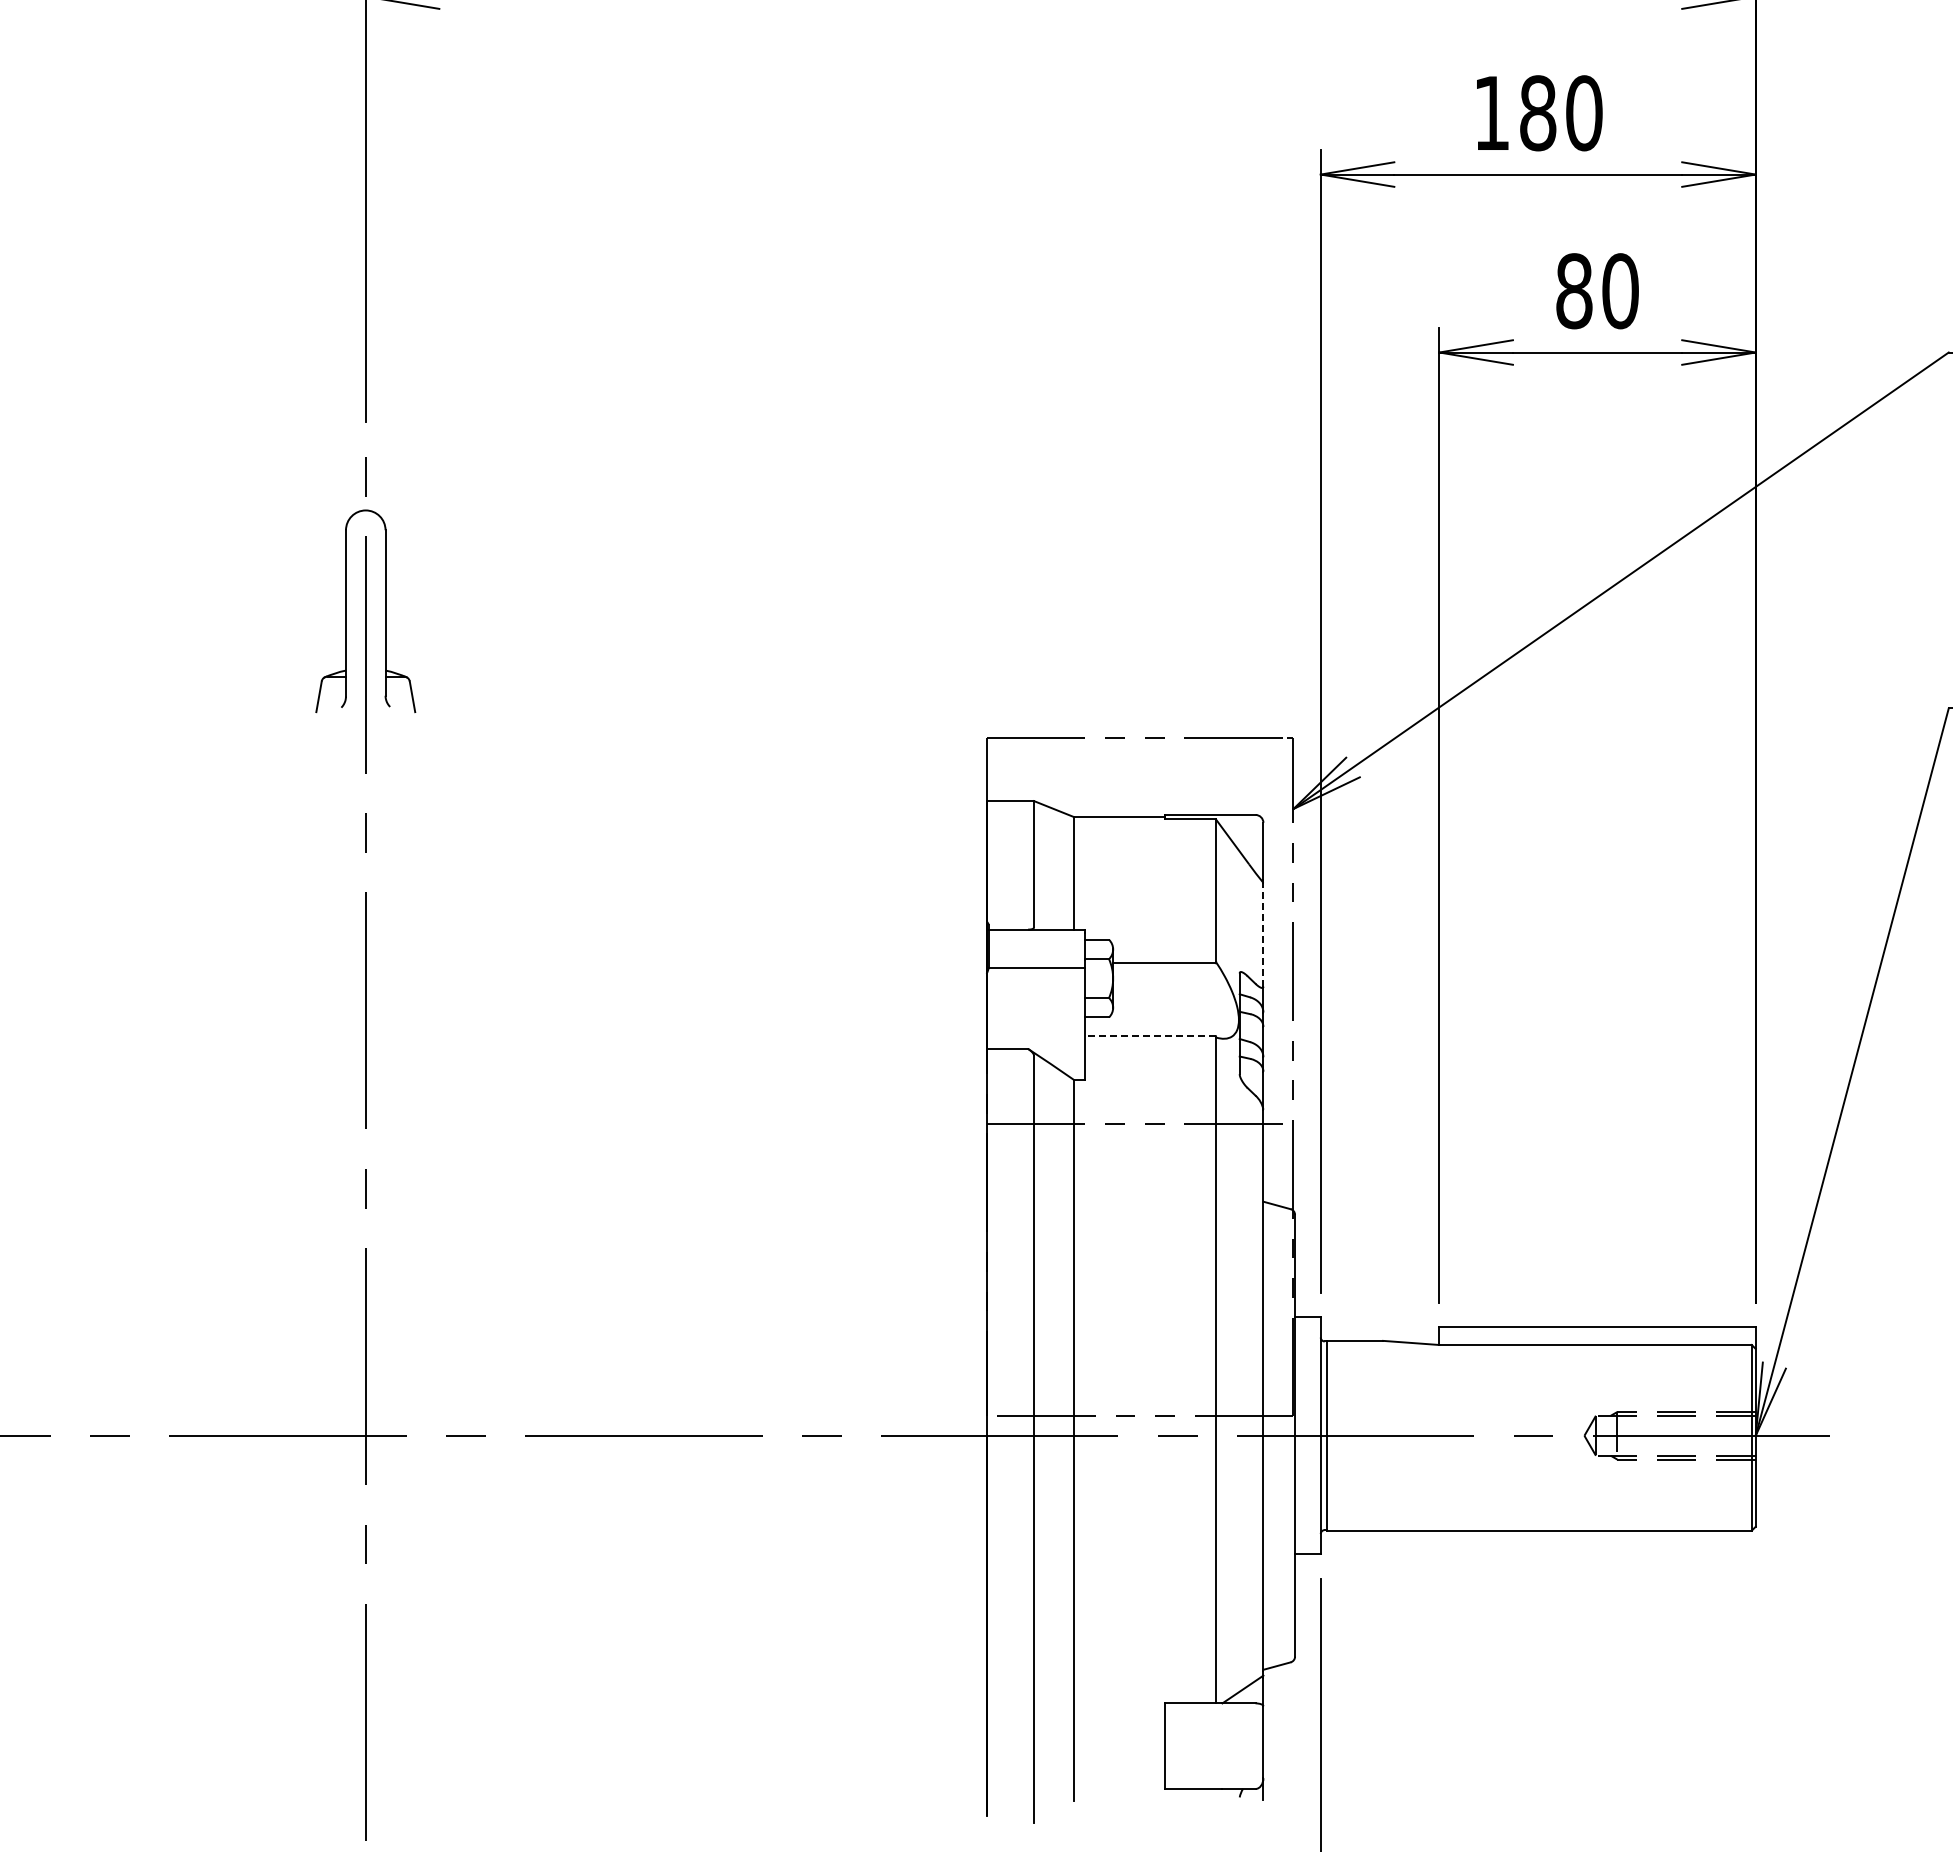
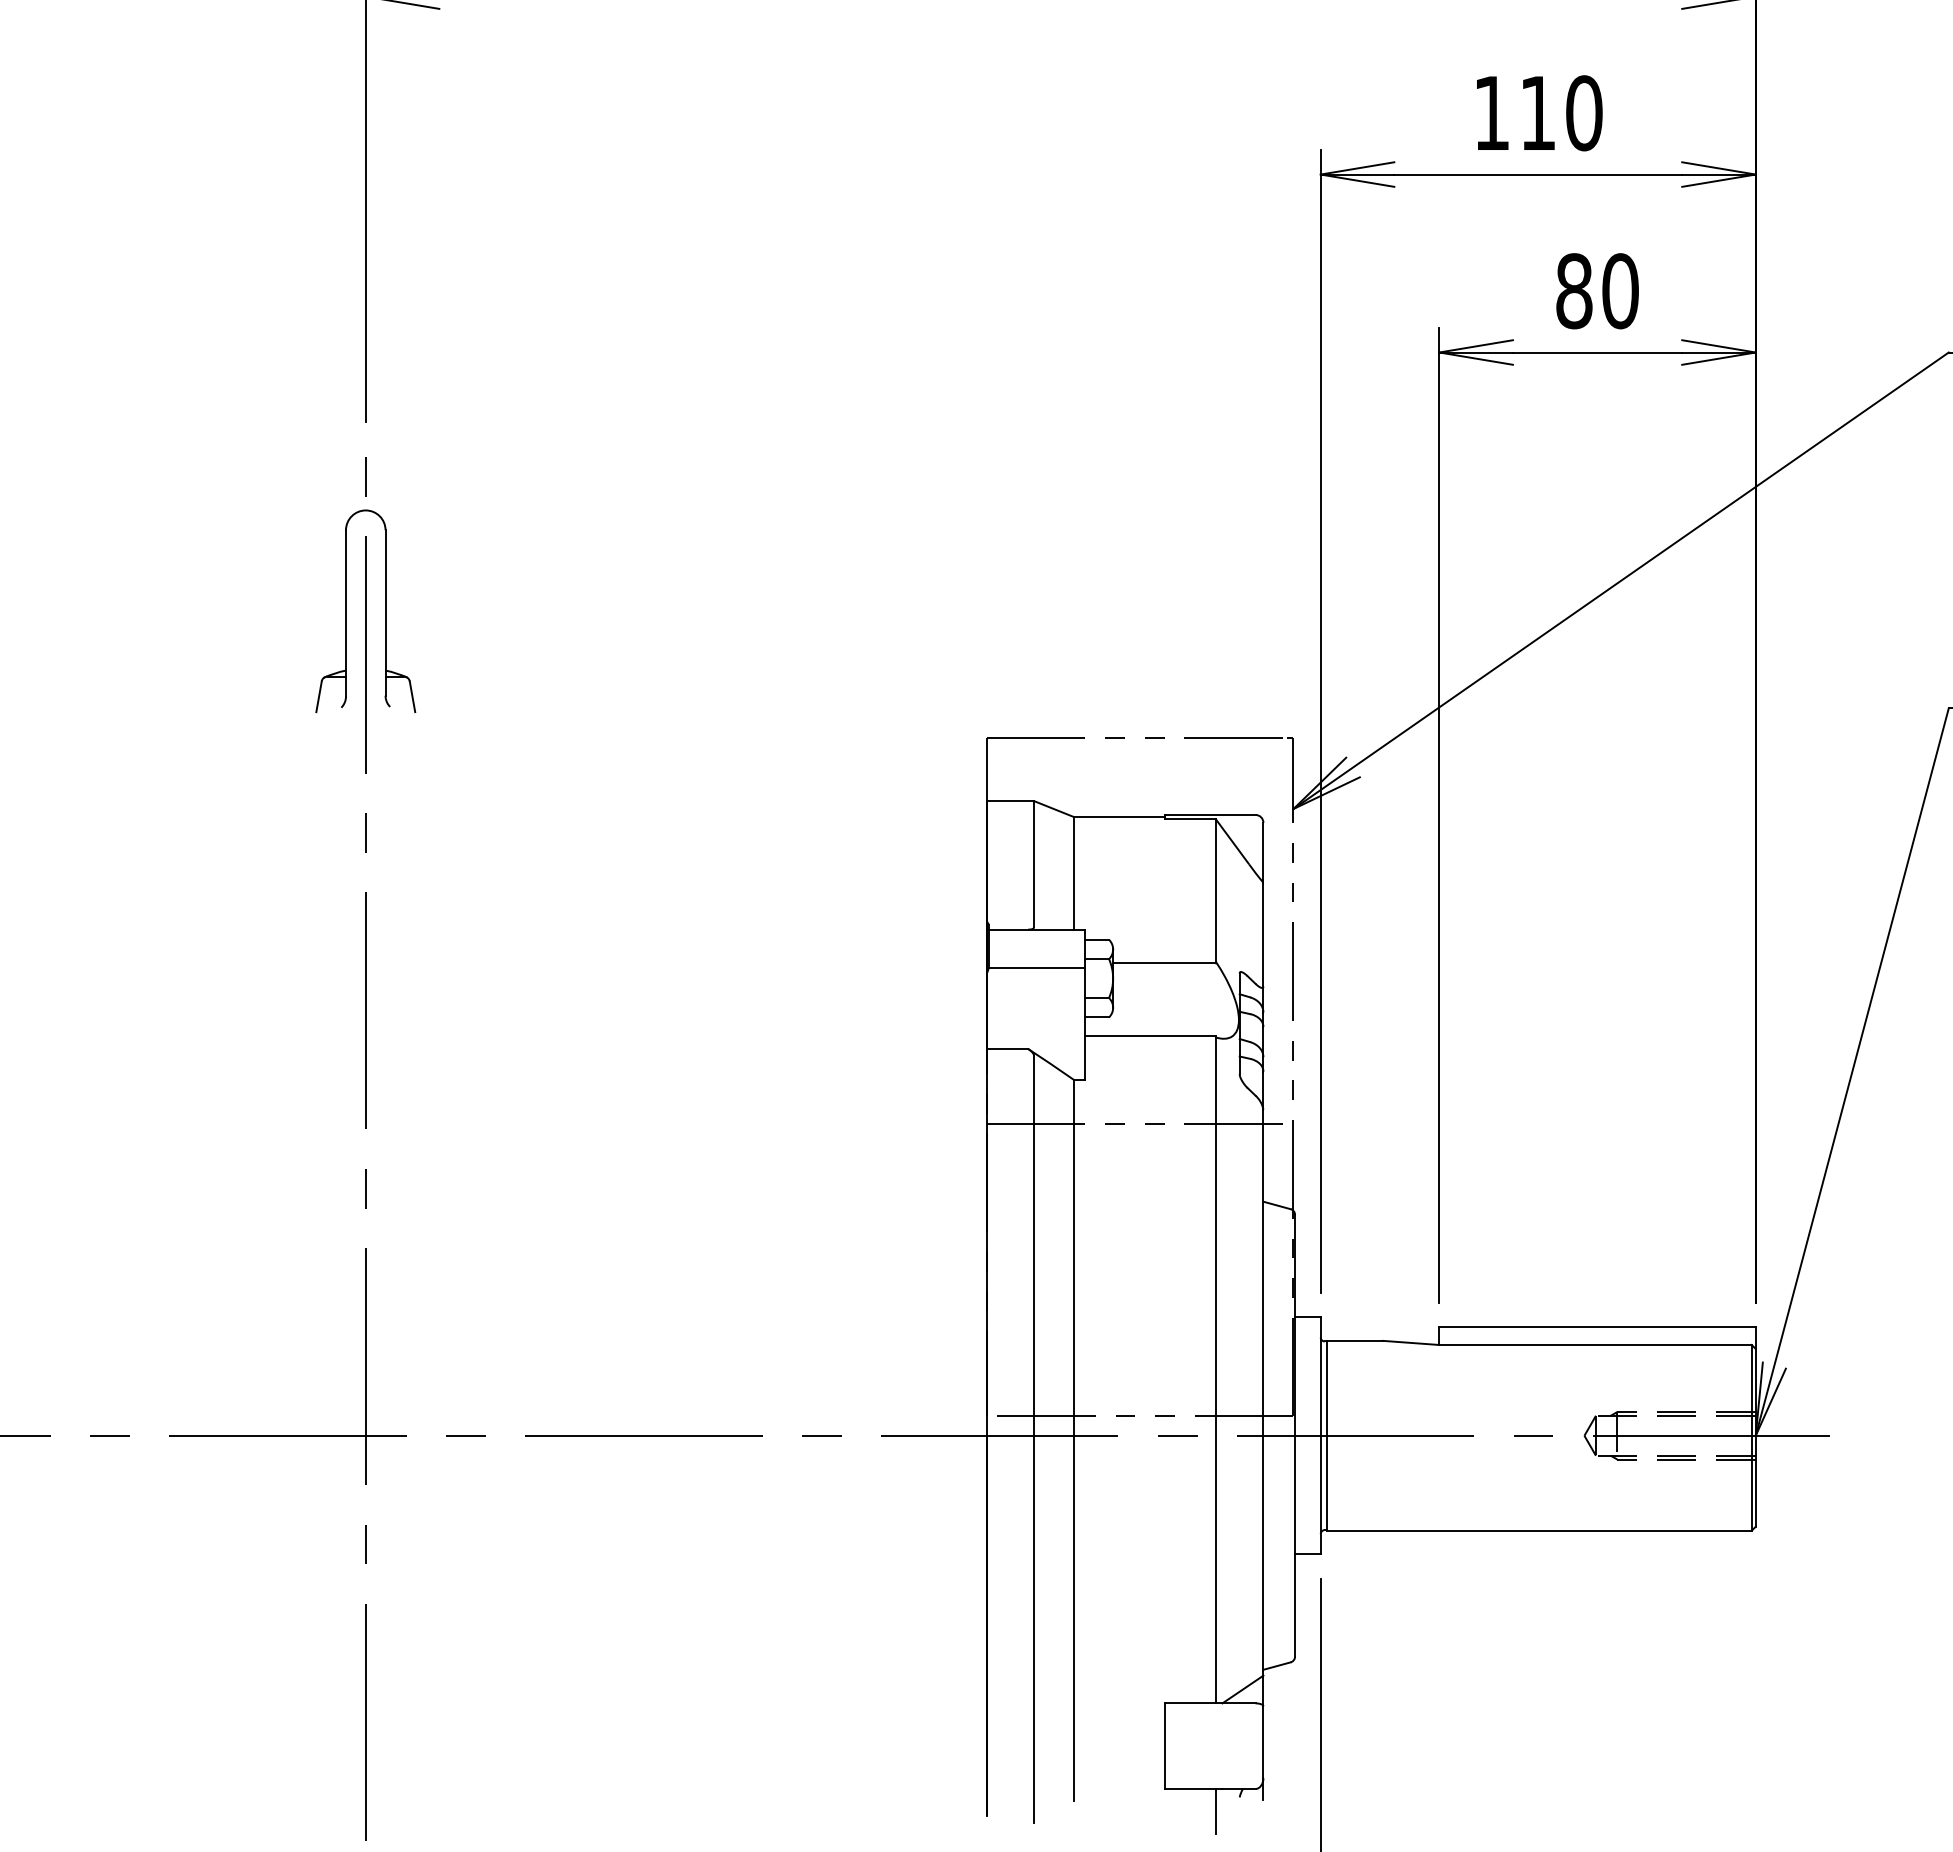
text at (1538, 113): 180 -> 110
line at (1263, 934): dashed -> solid
line at (1150, 1036): dashed -> solid
line at (1216, 1811): none -> present
